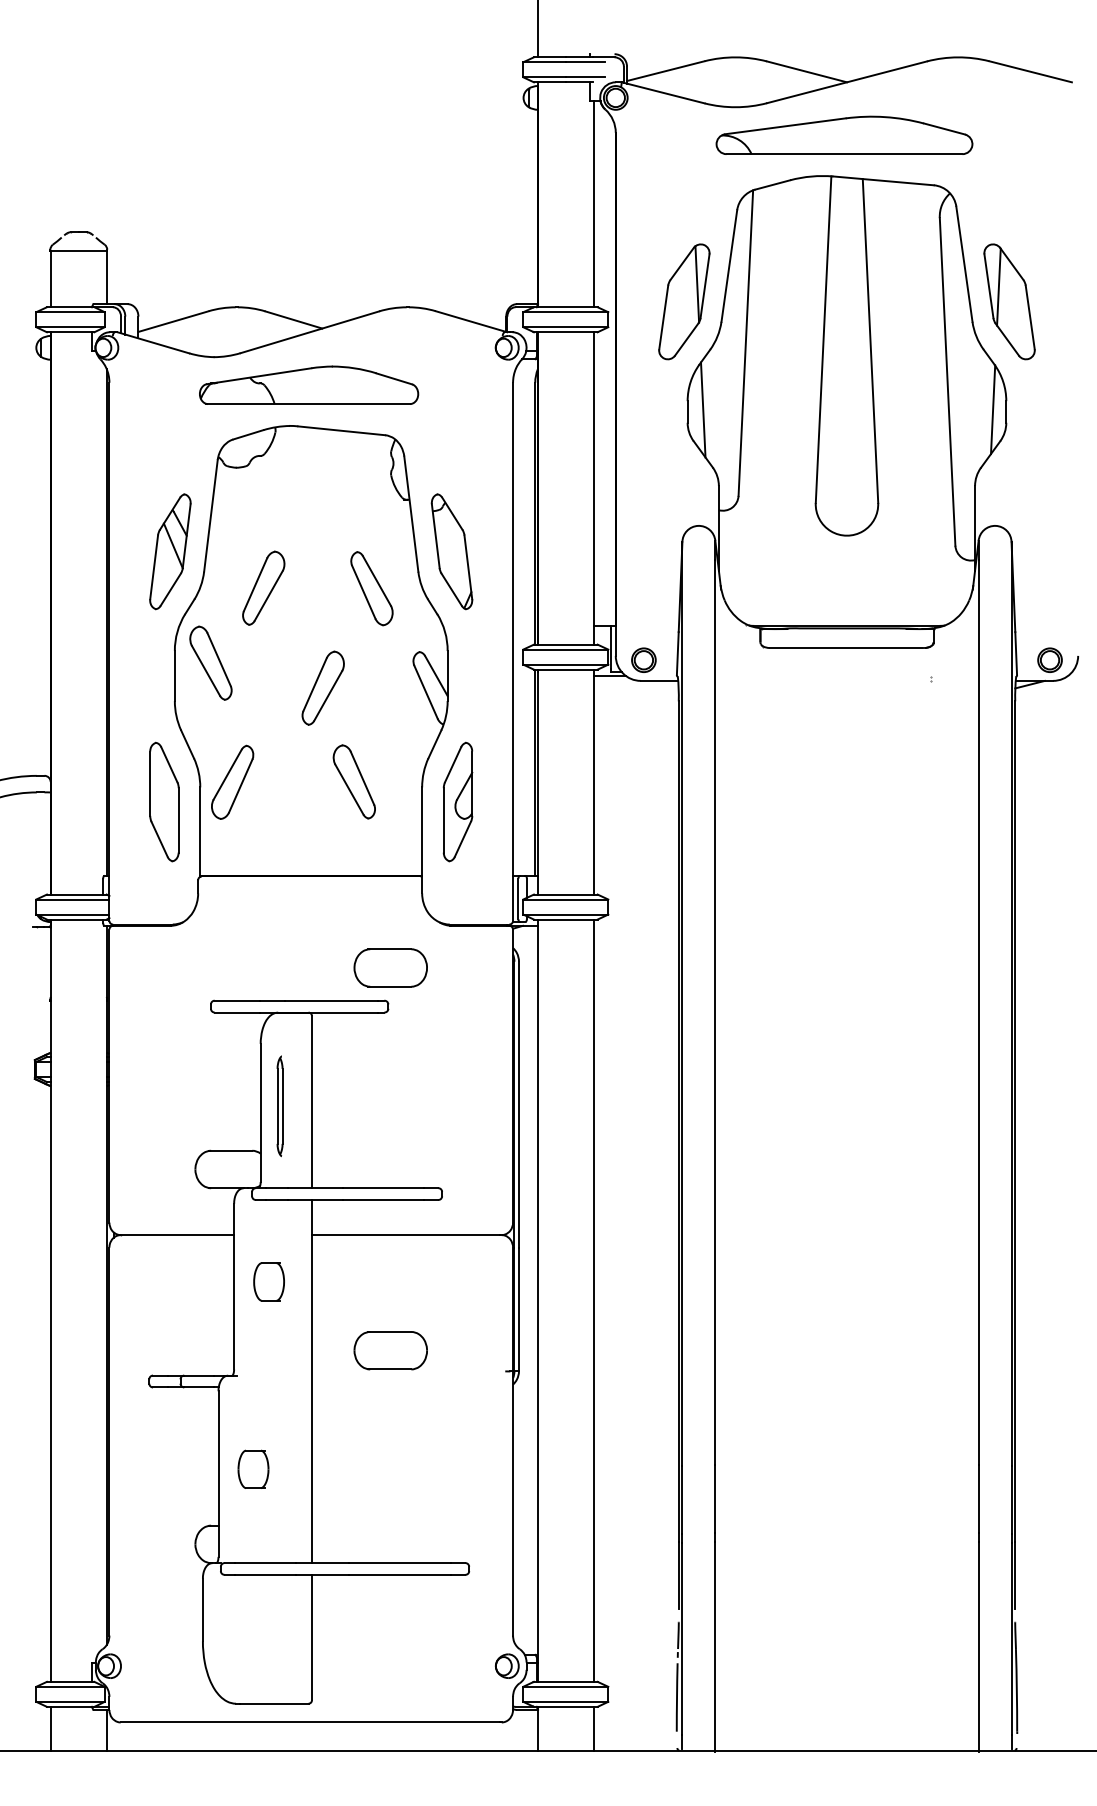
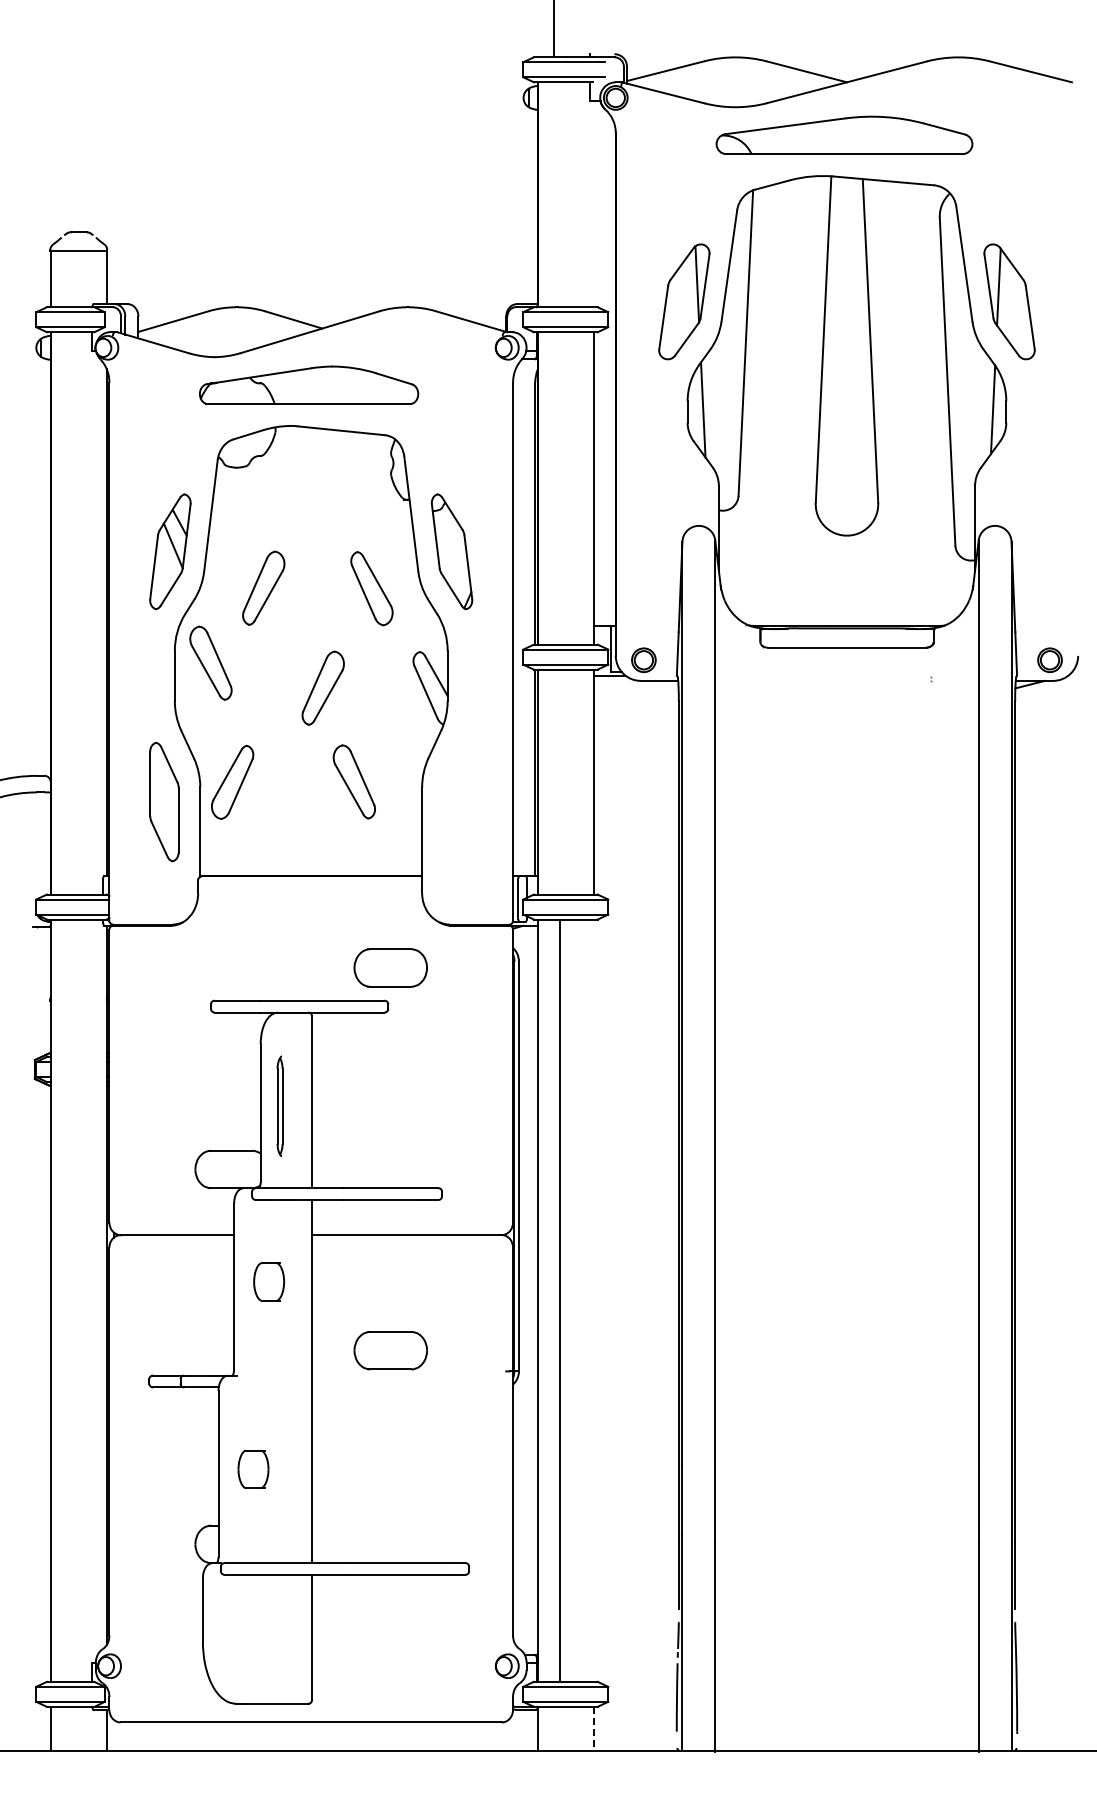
line at (538, 29) position: (538, 29) -> (554, 29)
line at (593, 204): present -> none
part at (457, 801): present -> none
line at (593, 1300) position: (593, 1300) -> (559, 1300)
line at (593, 1728): solid -> dashed
